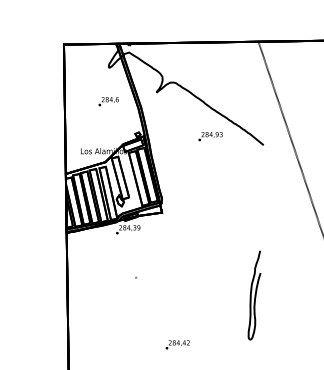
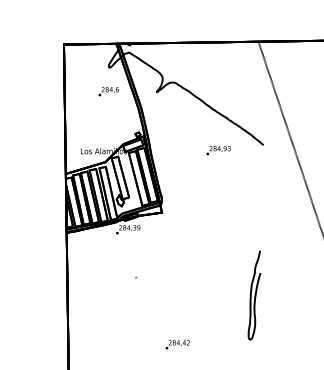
text at (108, 101) position: (108, 101) -> (108, 91)
text at (210, 136) position: (210, 136) -> (218, 150)
